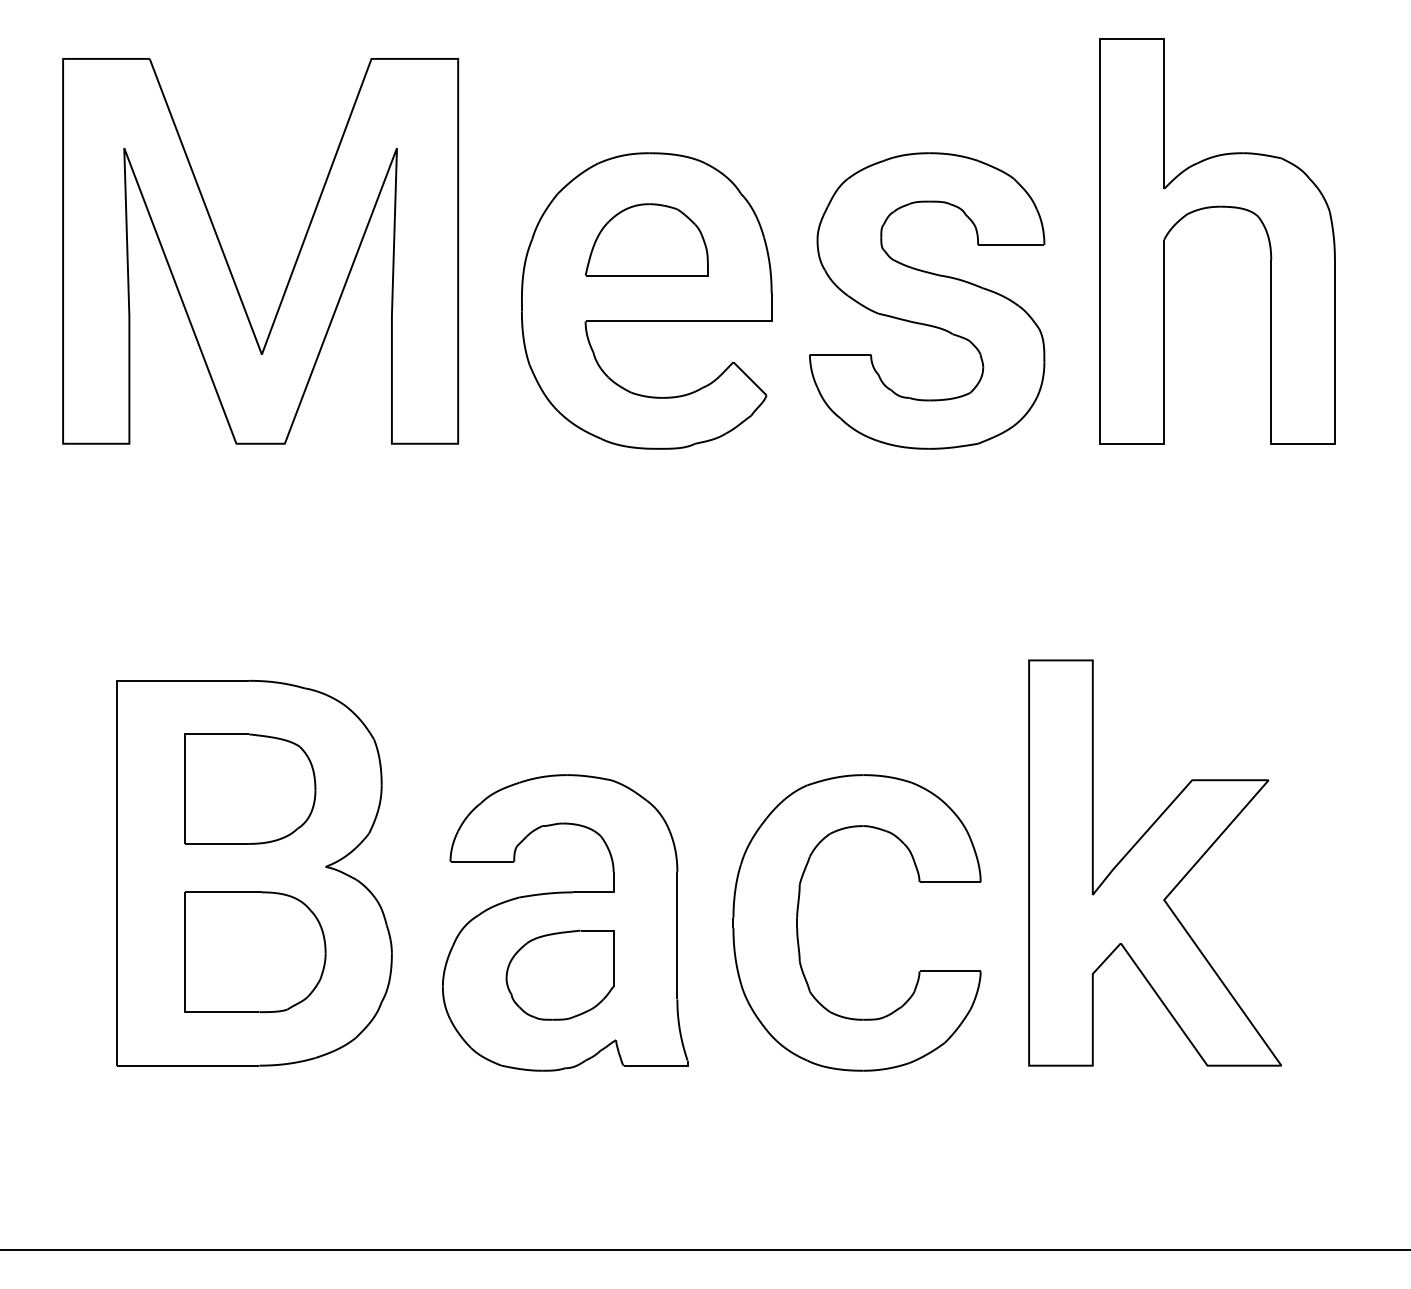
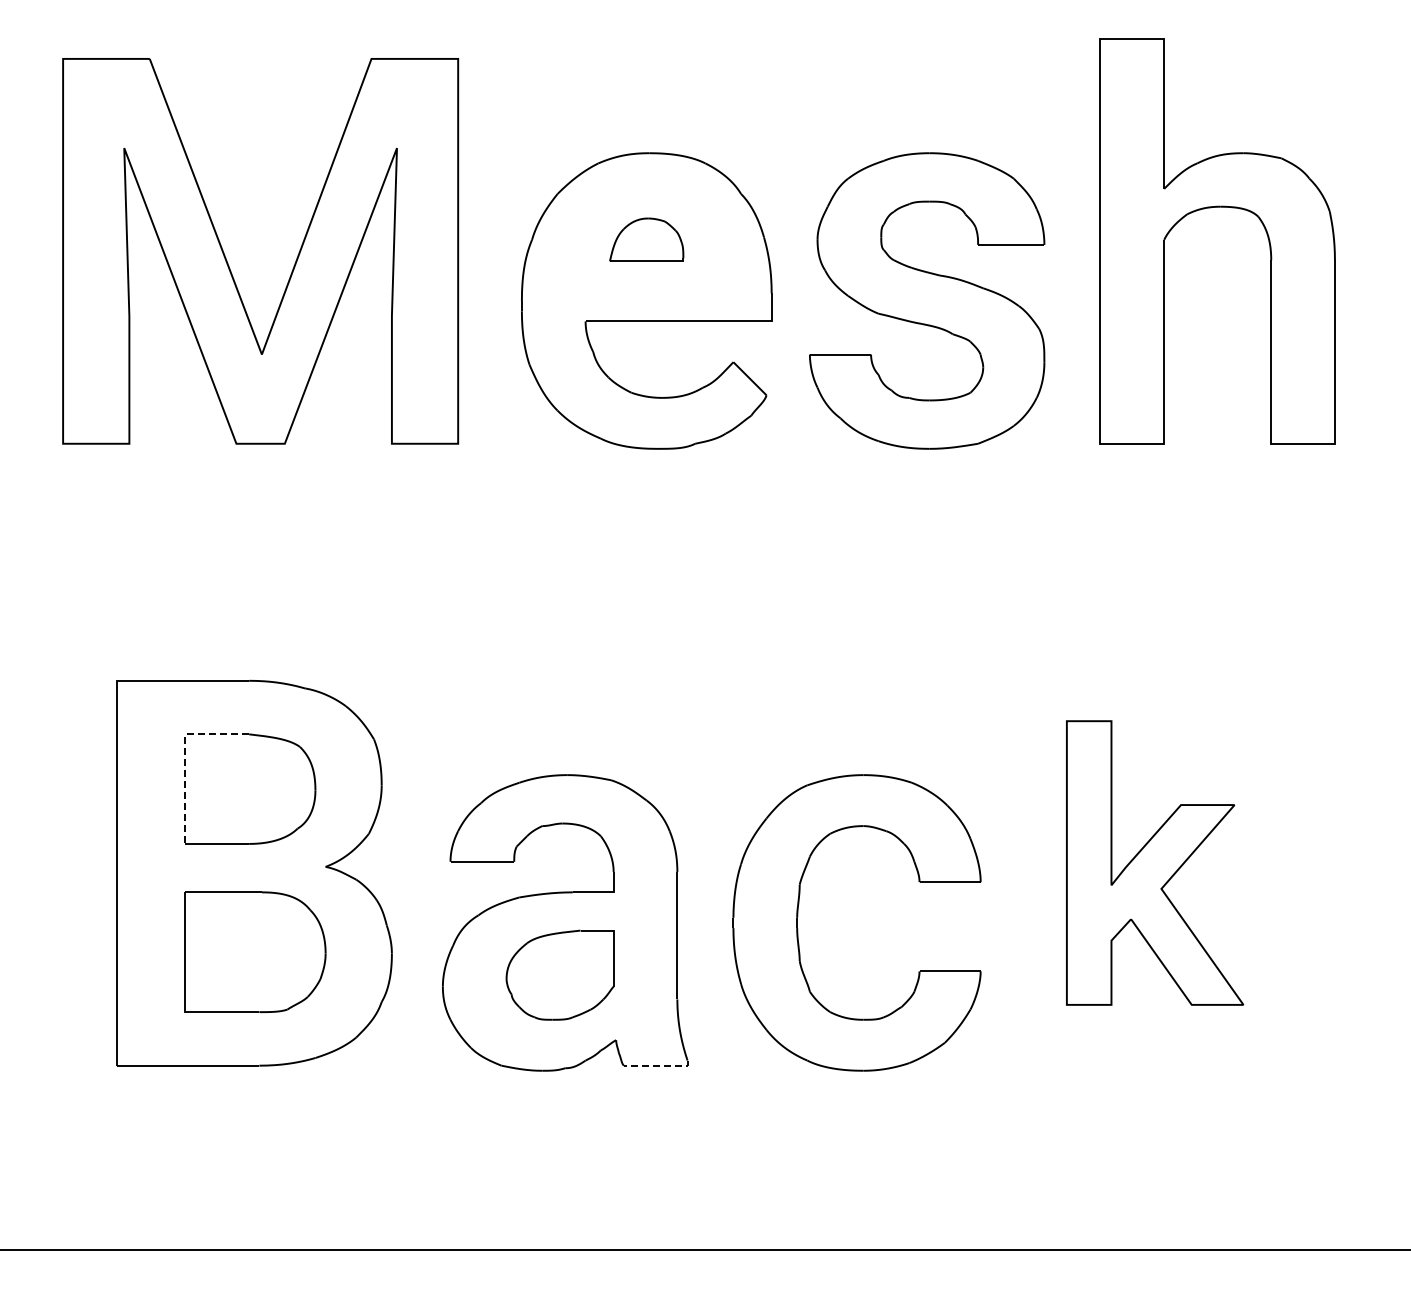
part at (646, 239) size: 125x74 px -> 76x45 px
line at (185, 757): solid -> dashed
part at (1154, 862) size: 254x408 px -> 179x286 px
line at (658, 1065): solid -> dashed
